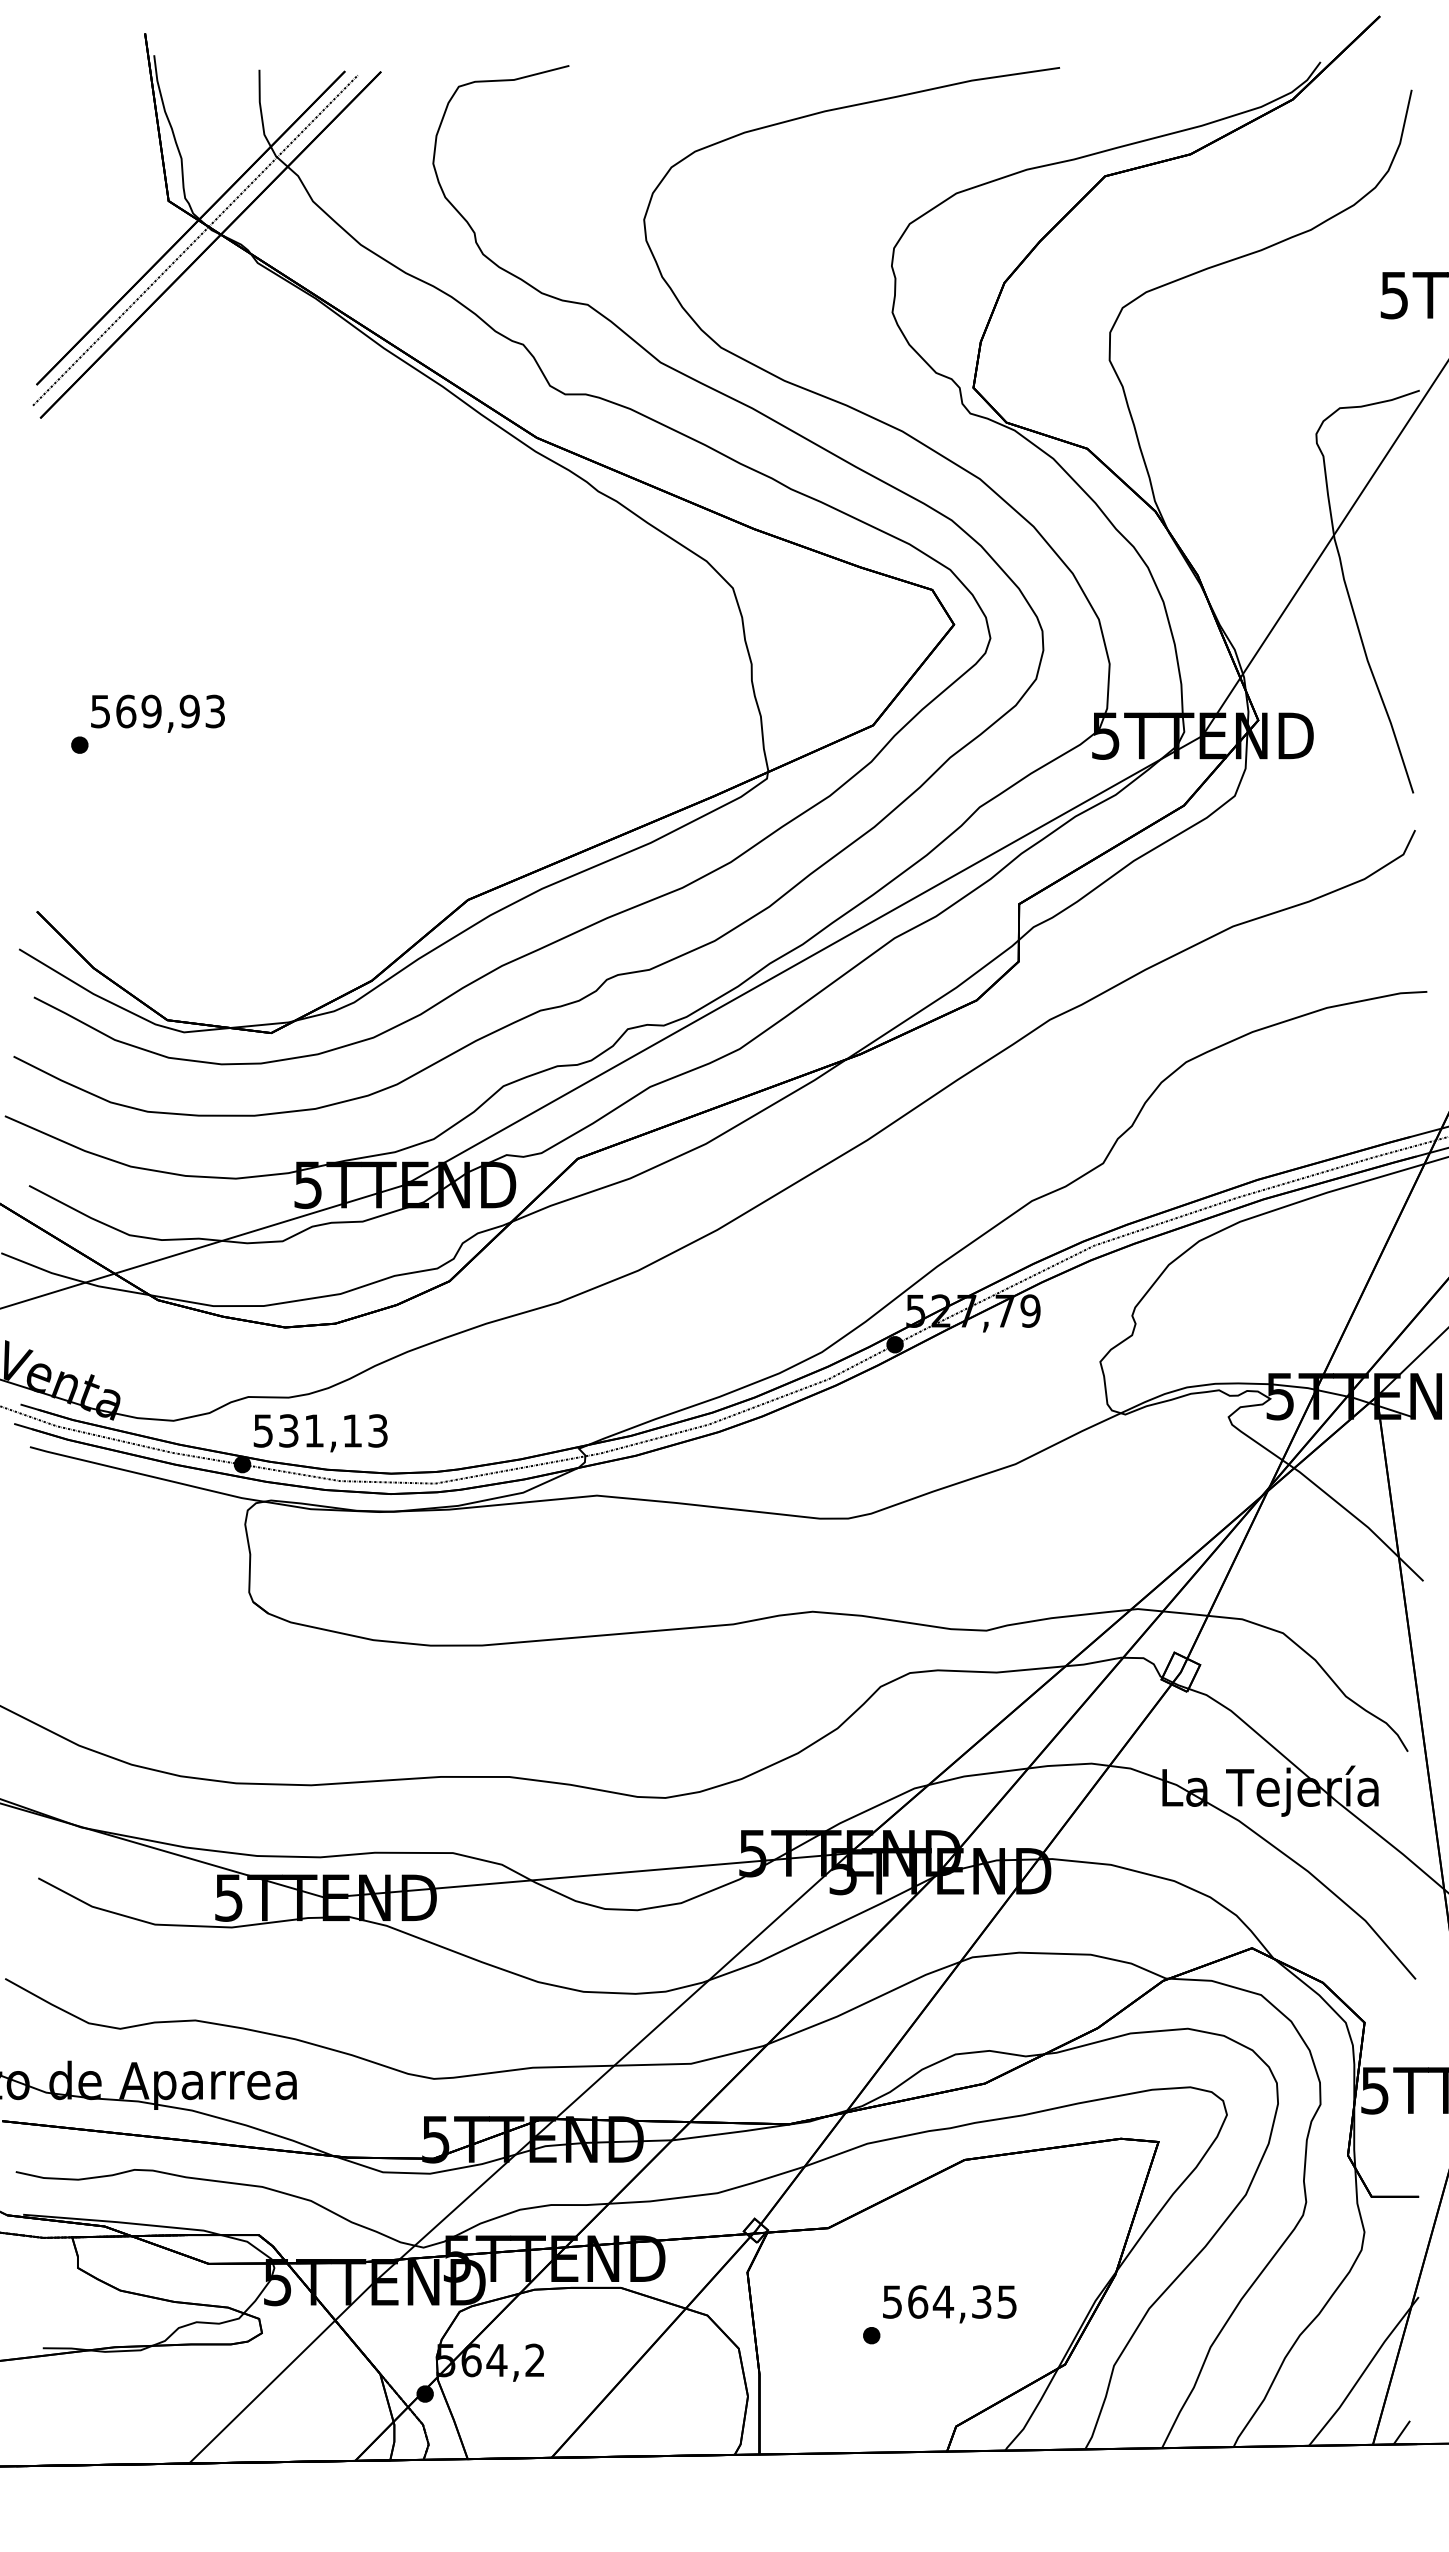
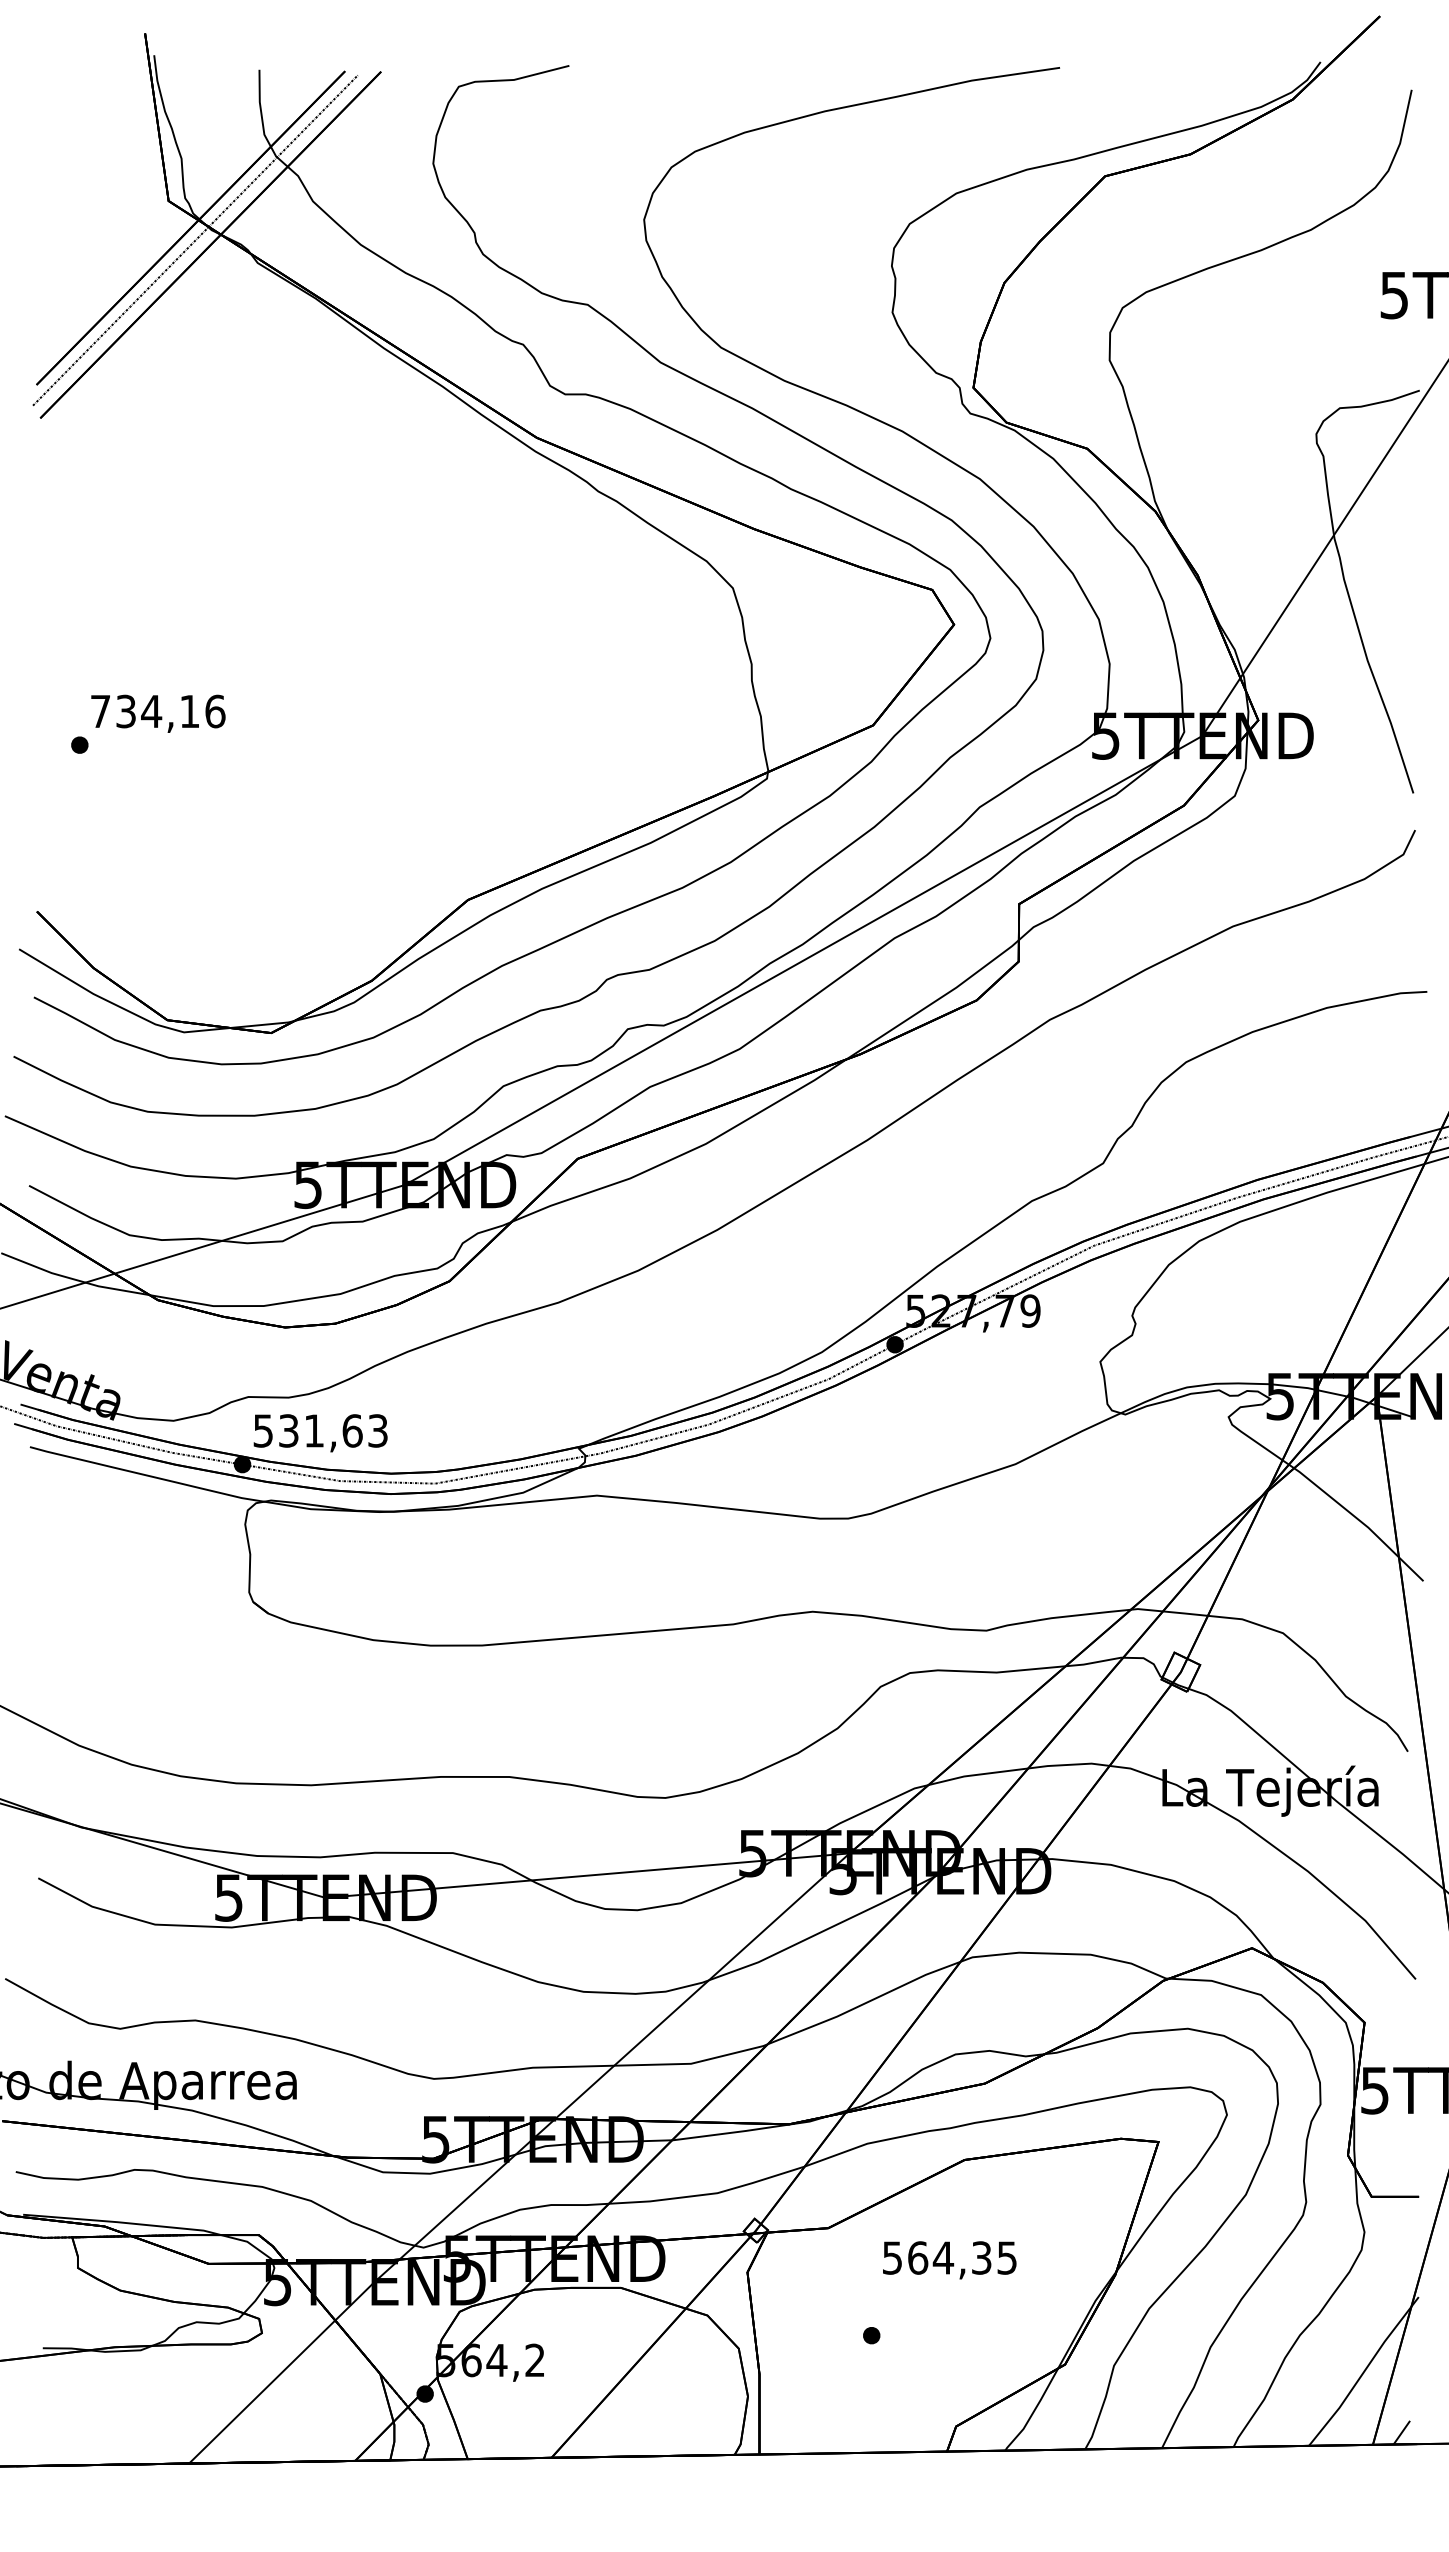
text at (158, 711): 569,93 -> 734,16
text at (352, 1430): 531,13 -> 531,63
text at (949, 2304) position: (949, 2304) -> (949, 2260)
